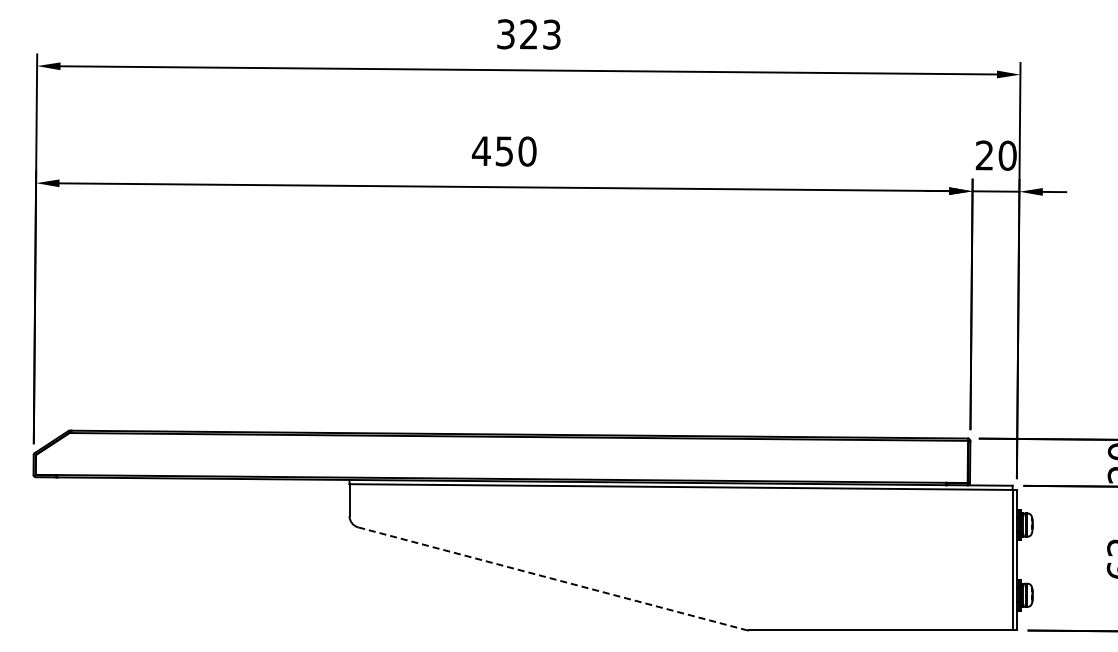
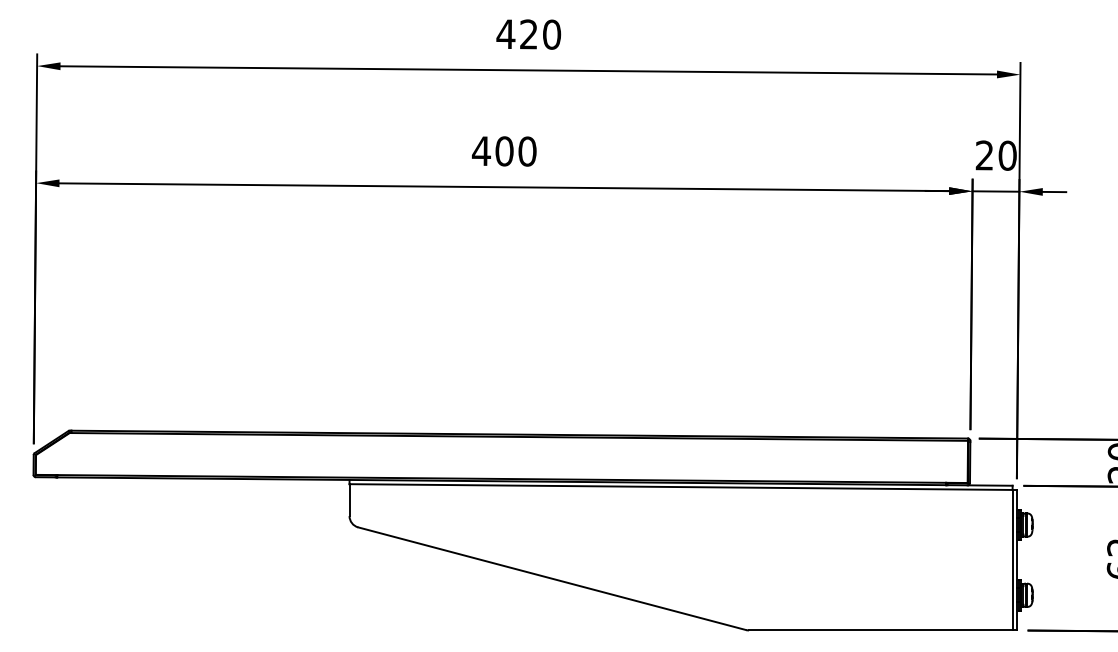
text at (528, 34): 323 -> 420
text at (504, 151): 450 -> 400
line at (552, 578): dashed -> solid
